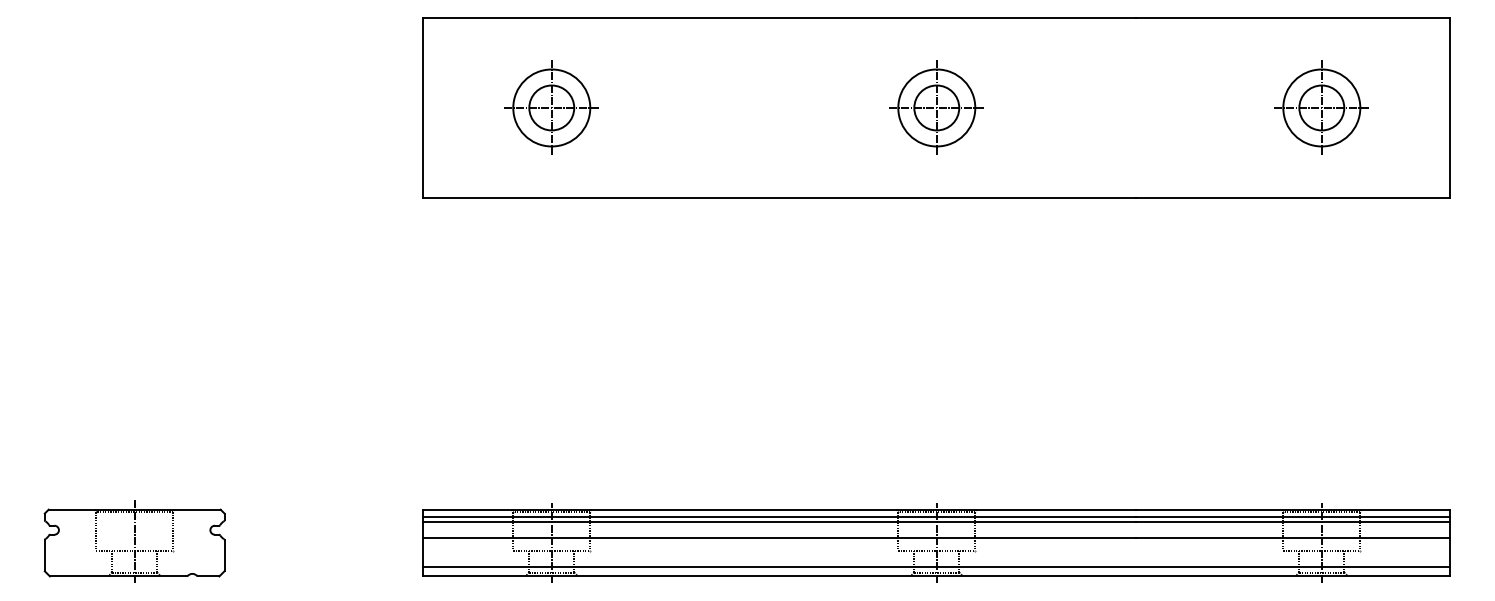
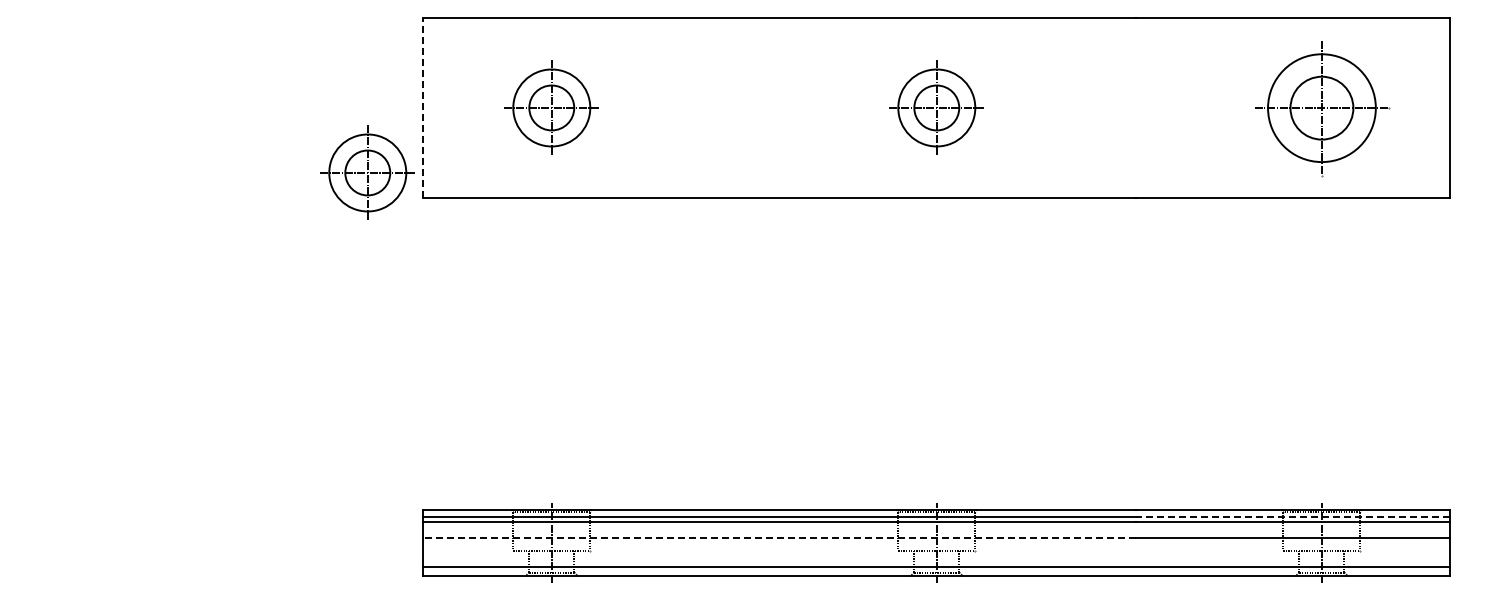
line at (423, 107): solid -> dashed
part at (1321, 107) size: 95x95 px -> 136x137 px
part at (367, 172): none -> present
line at (1292, 517): solid -> dashed
line at (779, 538): solid -> dashed
part at (134, 541): present -> none
